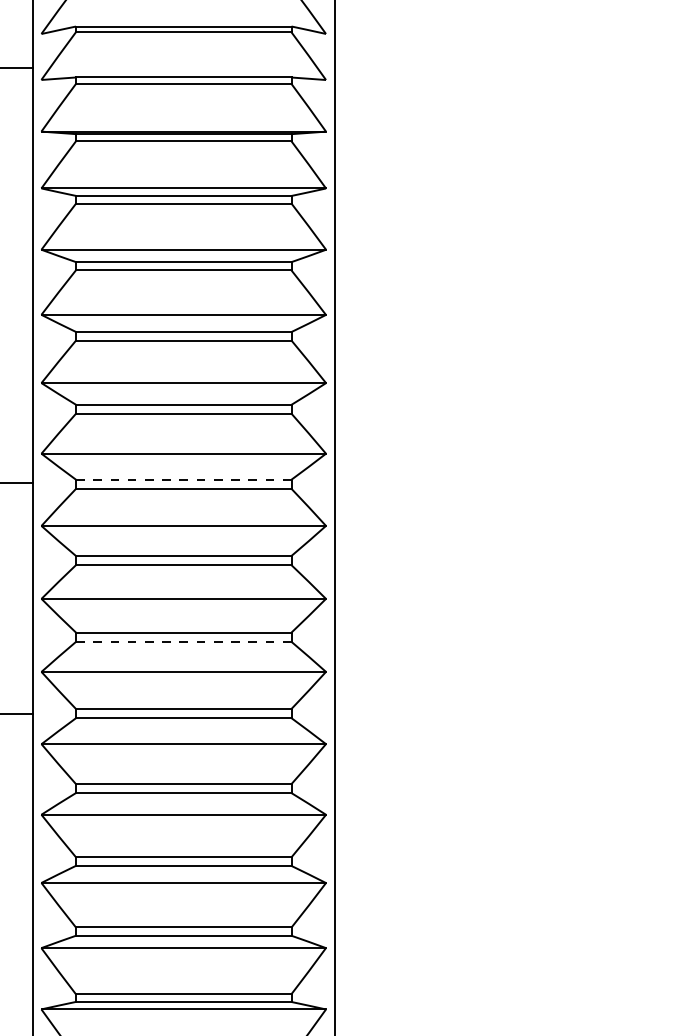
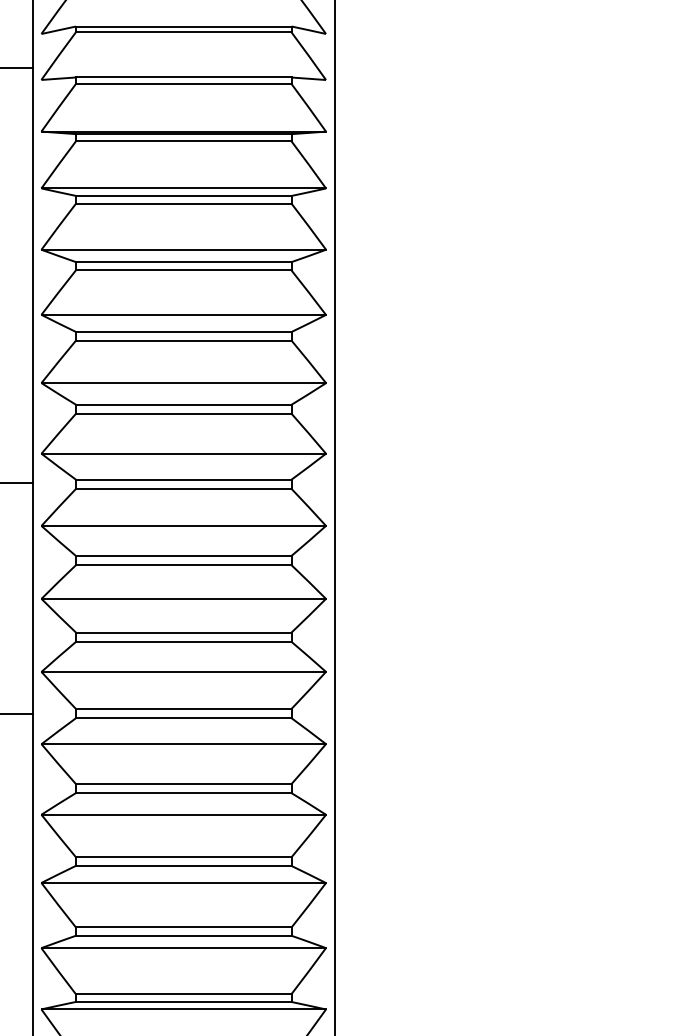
line at (183, 479): dashed -> solid
line at (183, 641): dashed -> solid
